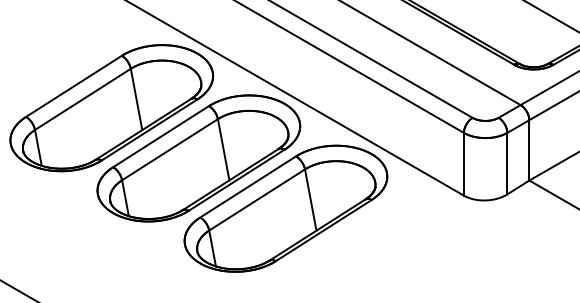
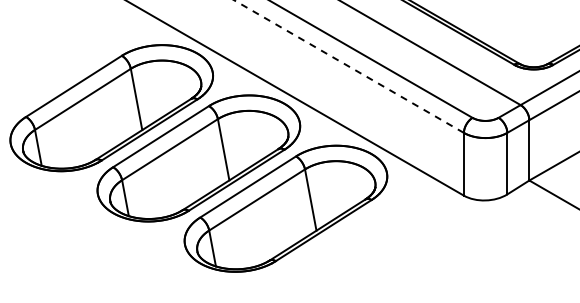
line at (551, 16): present -> none
line at (348, 66): solid -> dashed
line at (17, 290): present -> none
